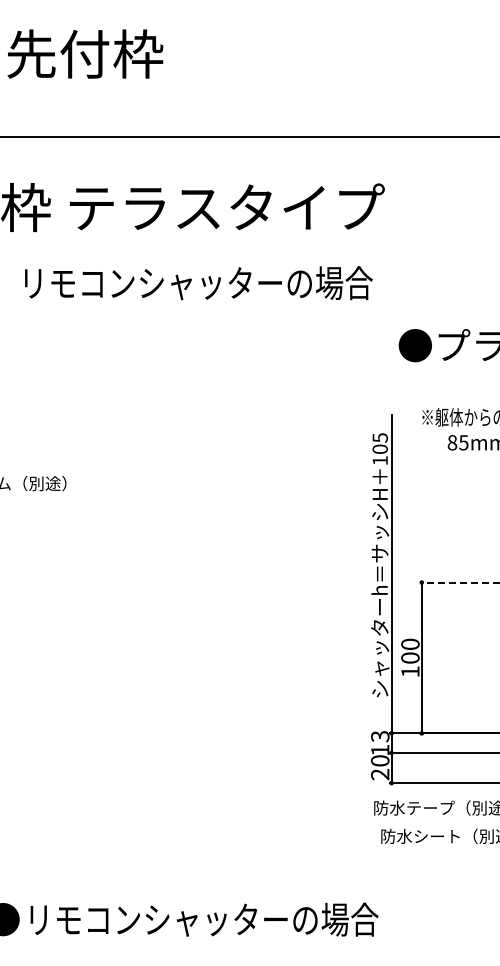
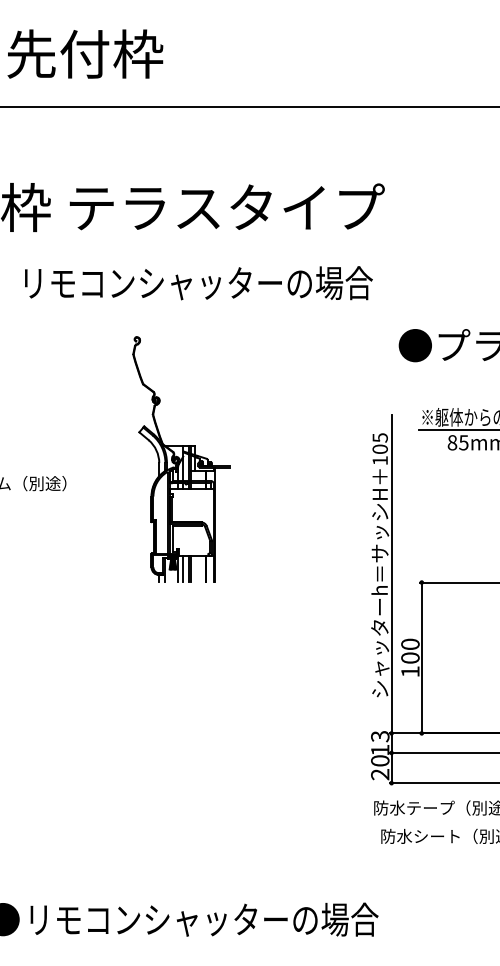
line at (249, 137) position: (249, 137) -> (249, 107)
line at (457, 430): none -> present
part at (181, 459): none -> present
line at (459, 582): dashed -> solid
